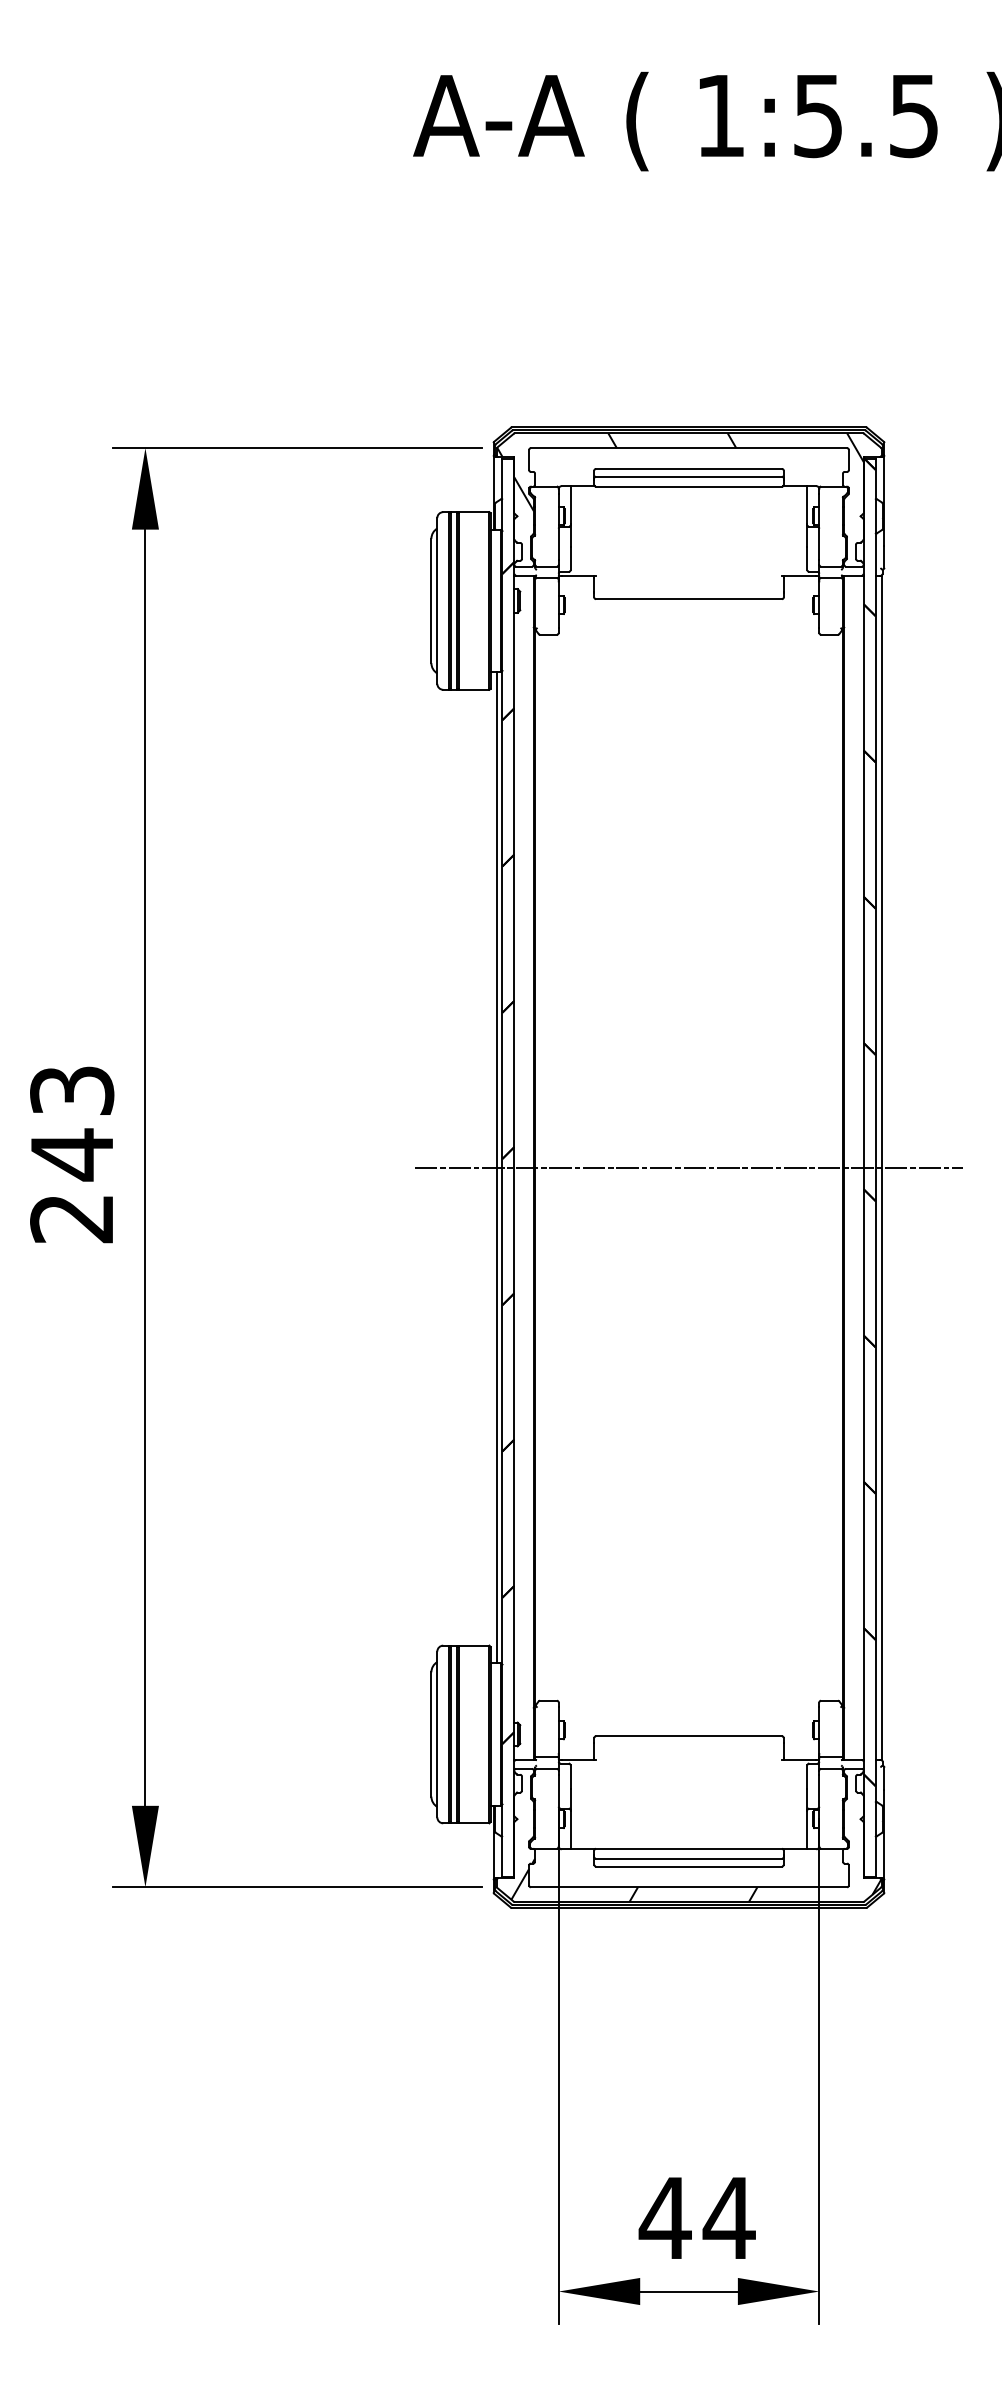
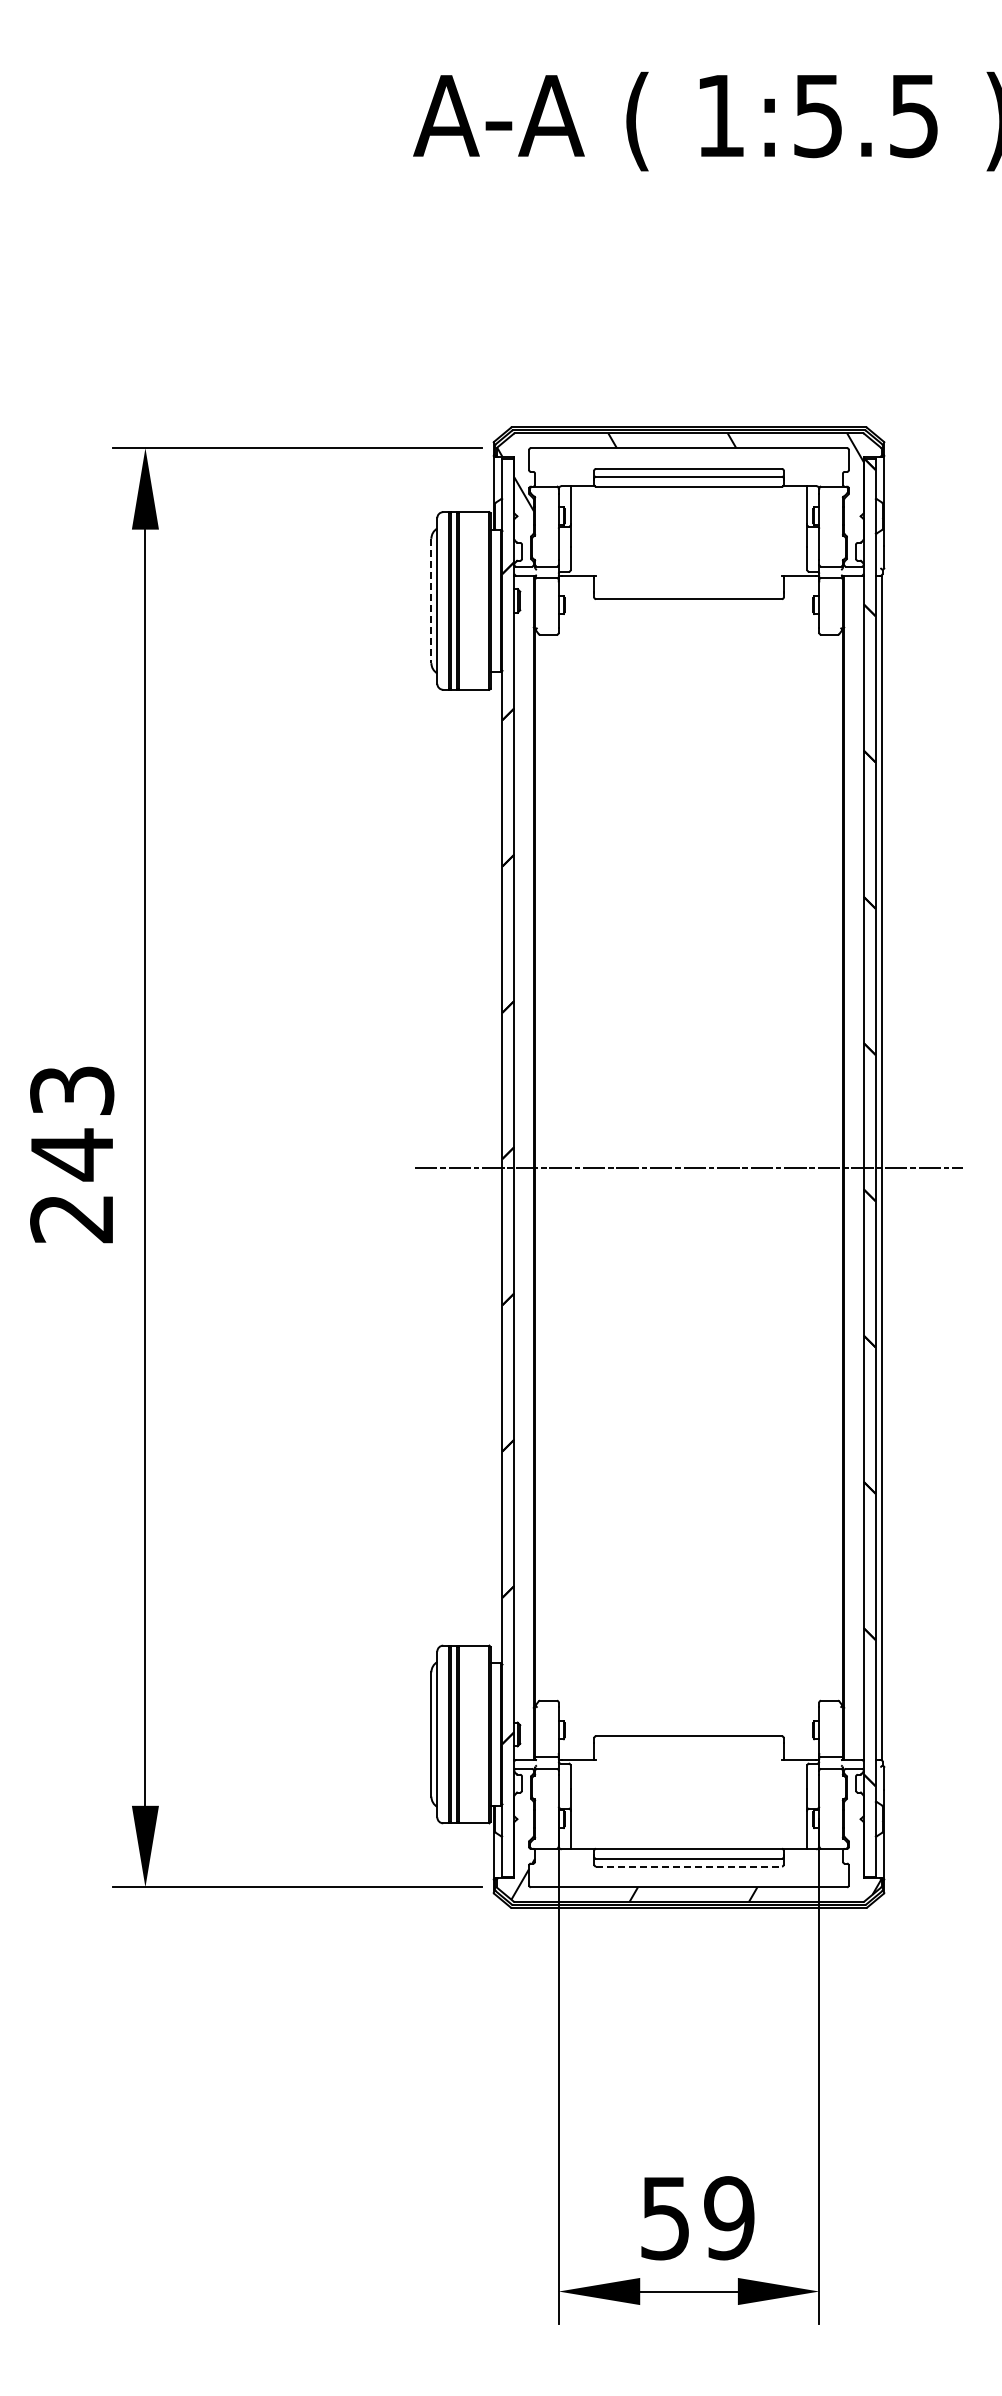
line at (431, 601): solid -> dashed
line at (496, 1167): present -> none
line at (689, 1866): solid -> dashed
text at (696, 2218): 44 -> 59
